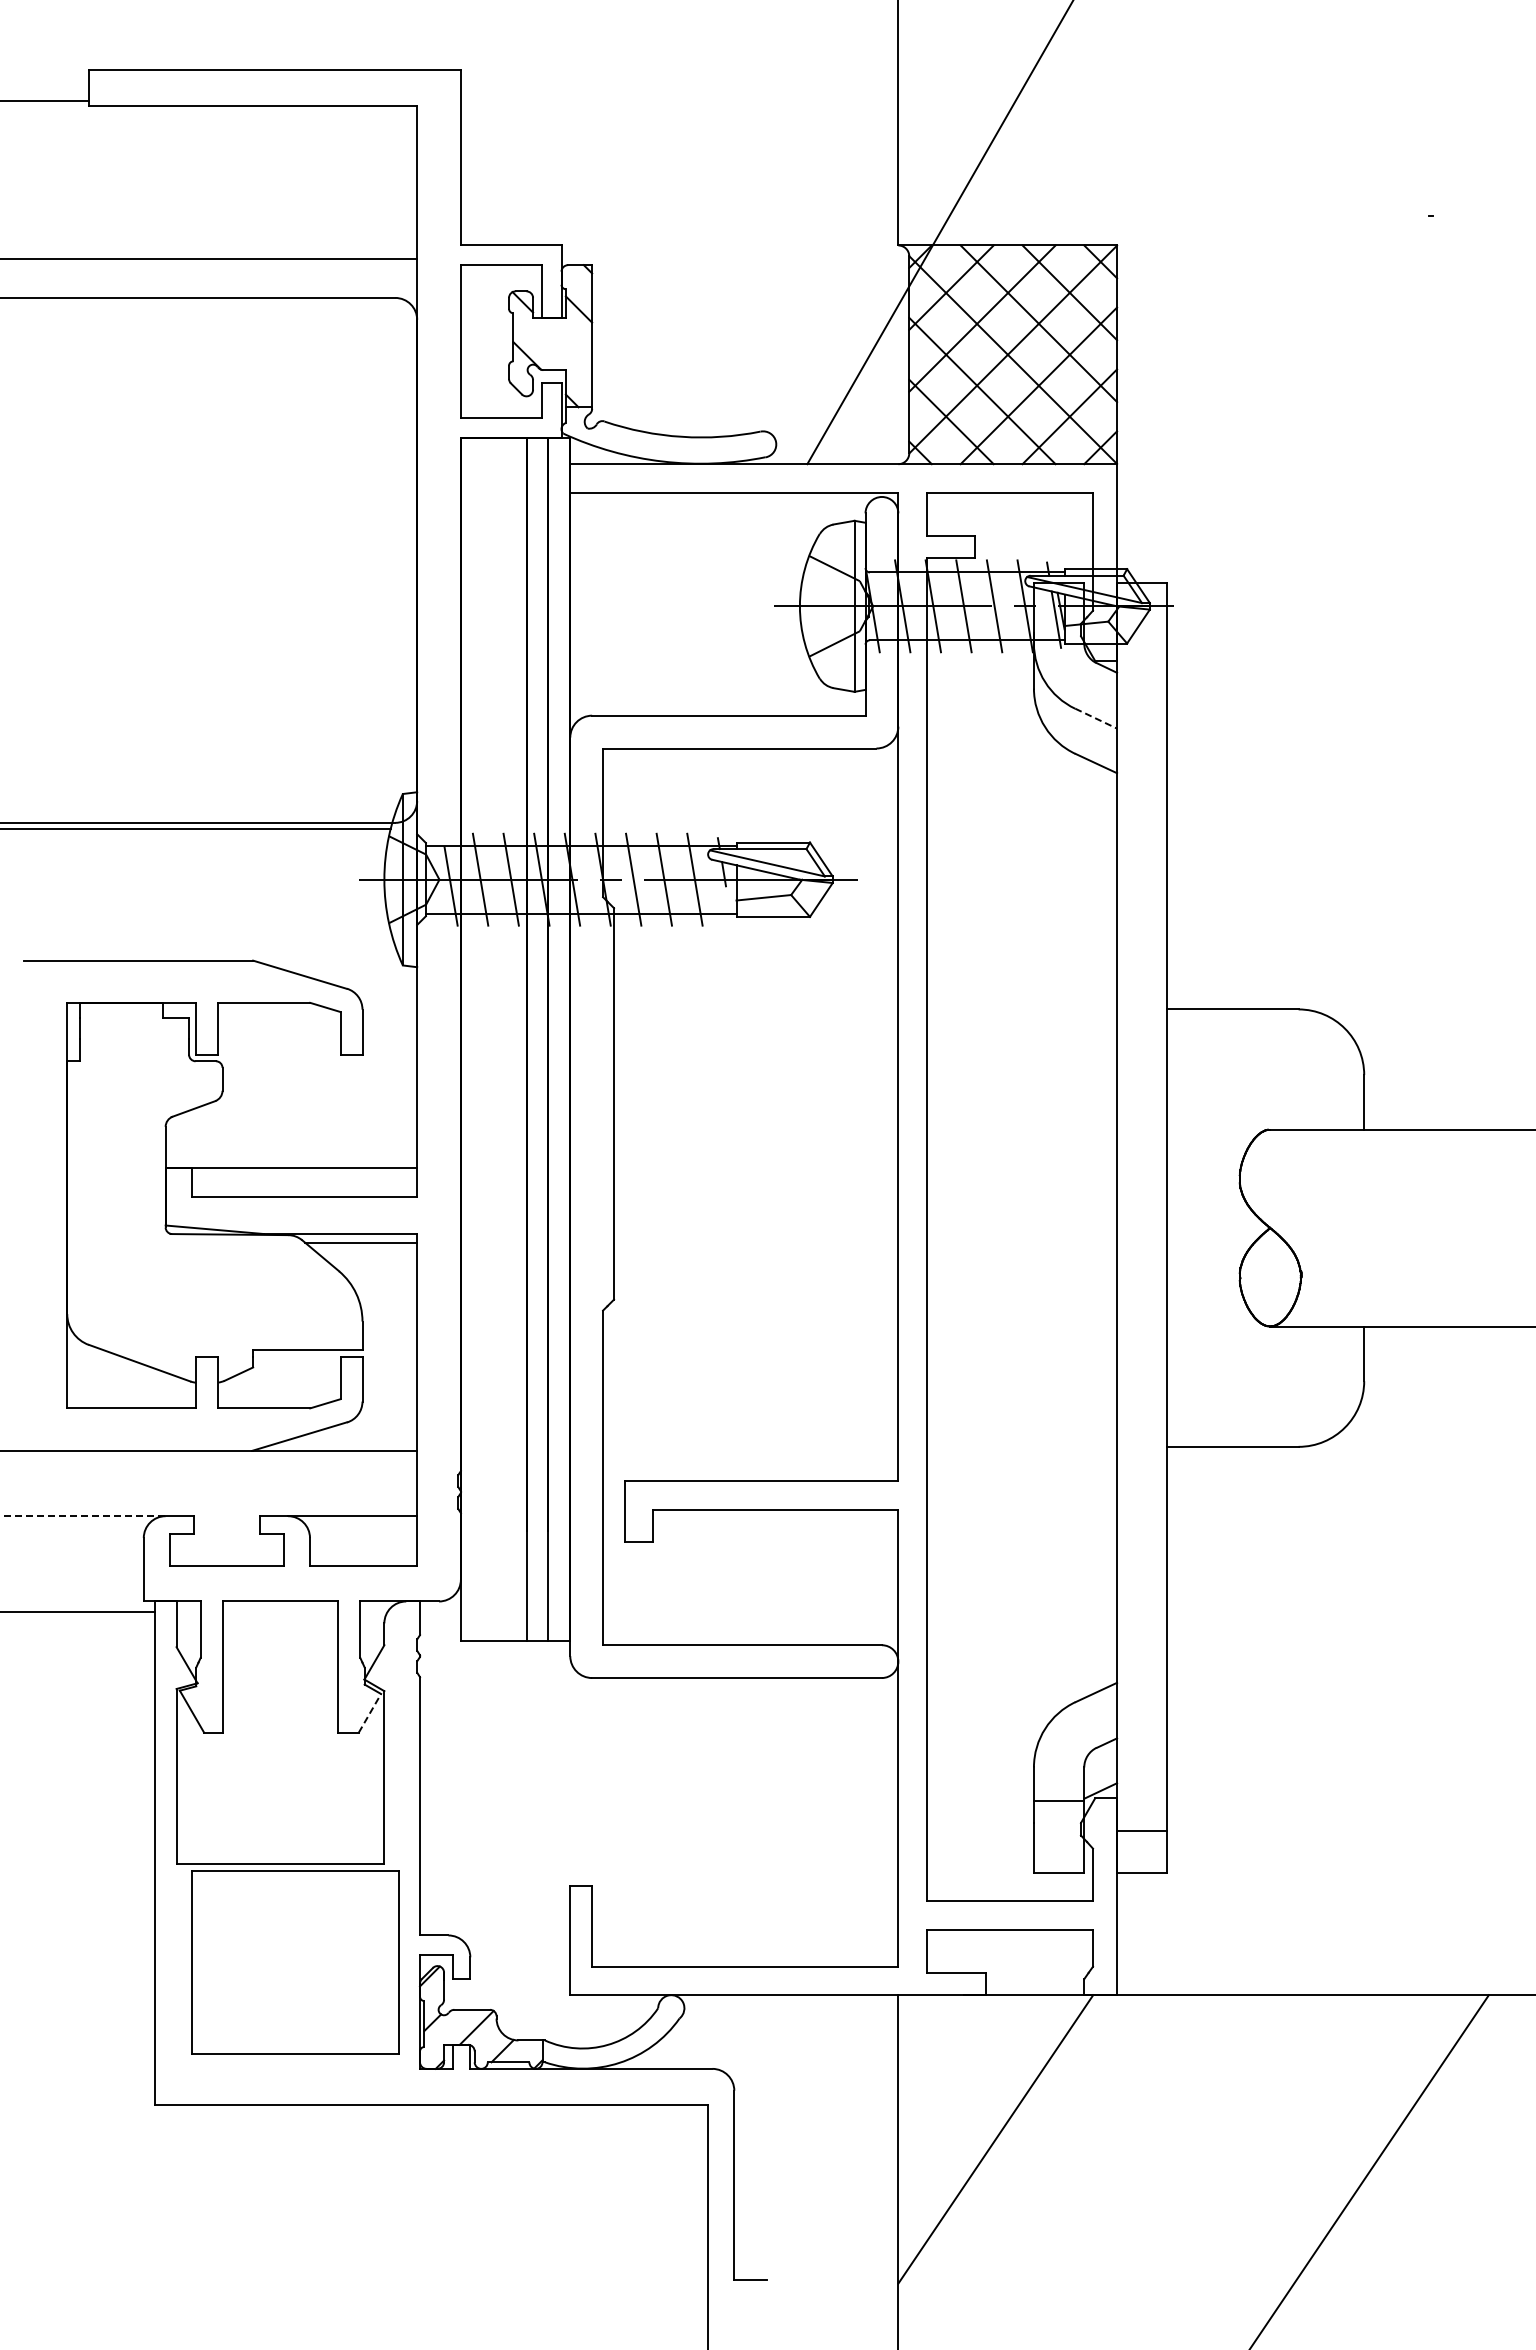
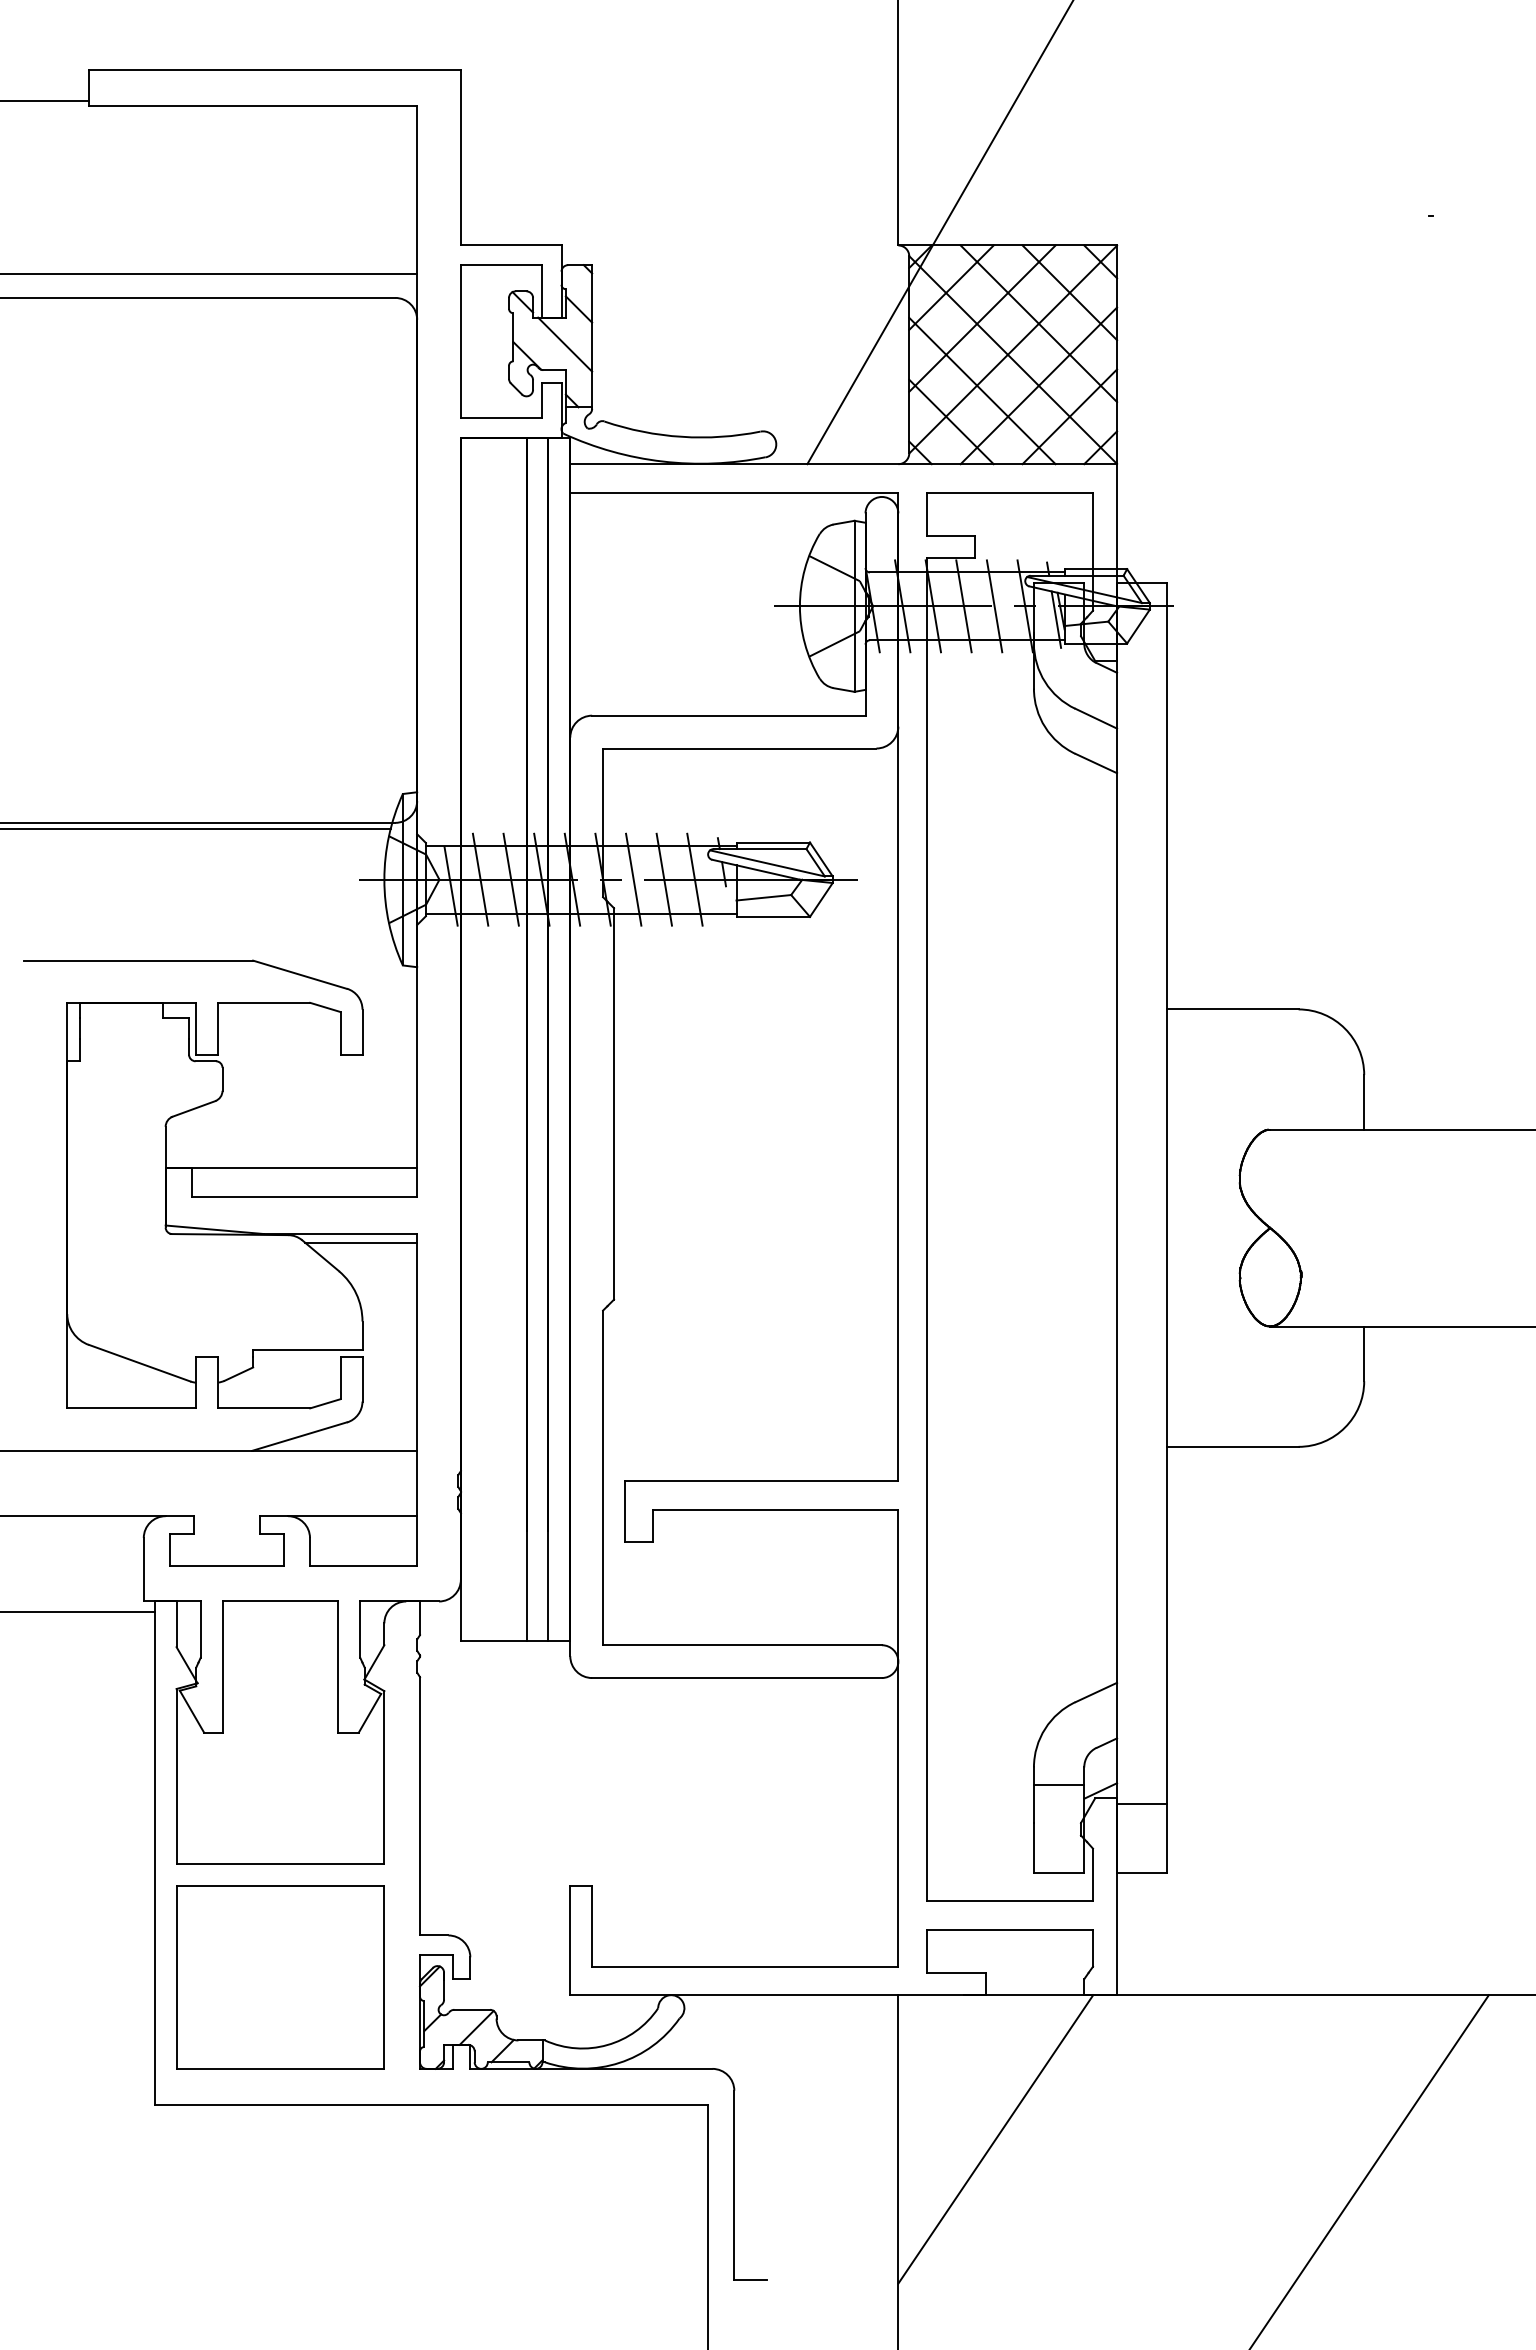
line at (209, 258) position: (209, 258) -> (209, 273)
line at (565, 344): none -> present
line at (1096, 718): dashed -> solid
line at (83, 1516): dashed -> solid
line at (370, 1712): dashed -> solid
line at (1058, 1800) position: (1058, 1800) -> (1058, 1784)
line at (1142, 1830) position: (1142, 1830) -> (1142, 1803)
part at (295, 1962) position: (295, 1962) -> (280, 1977)
